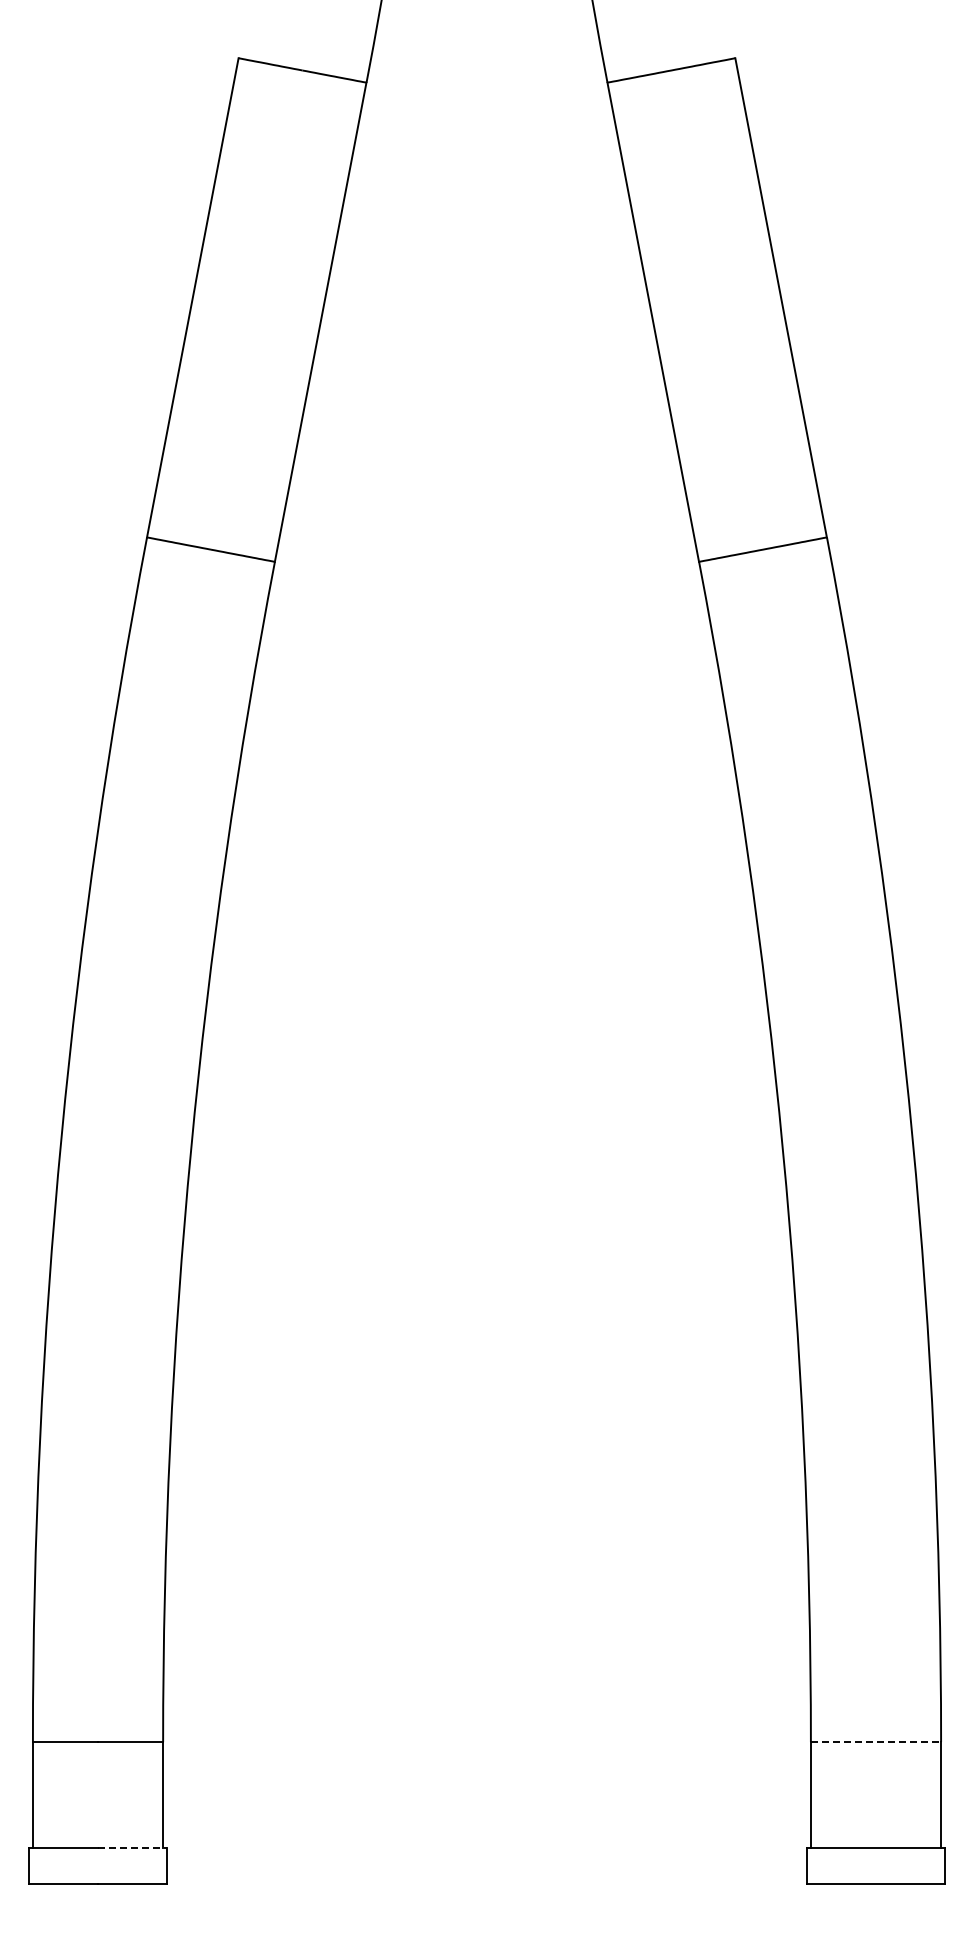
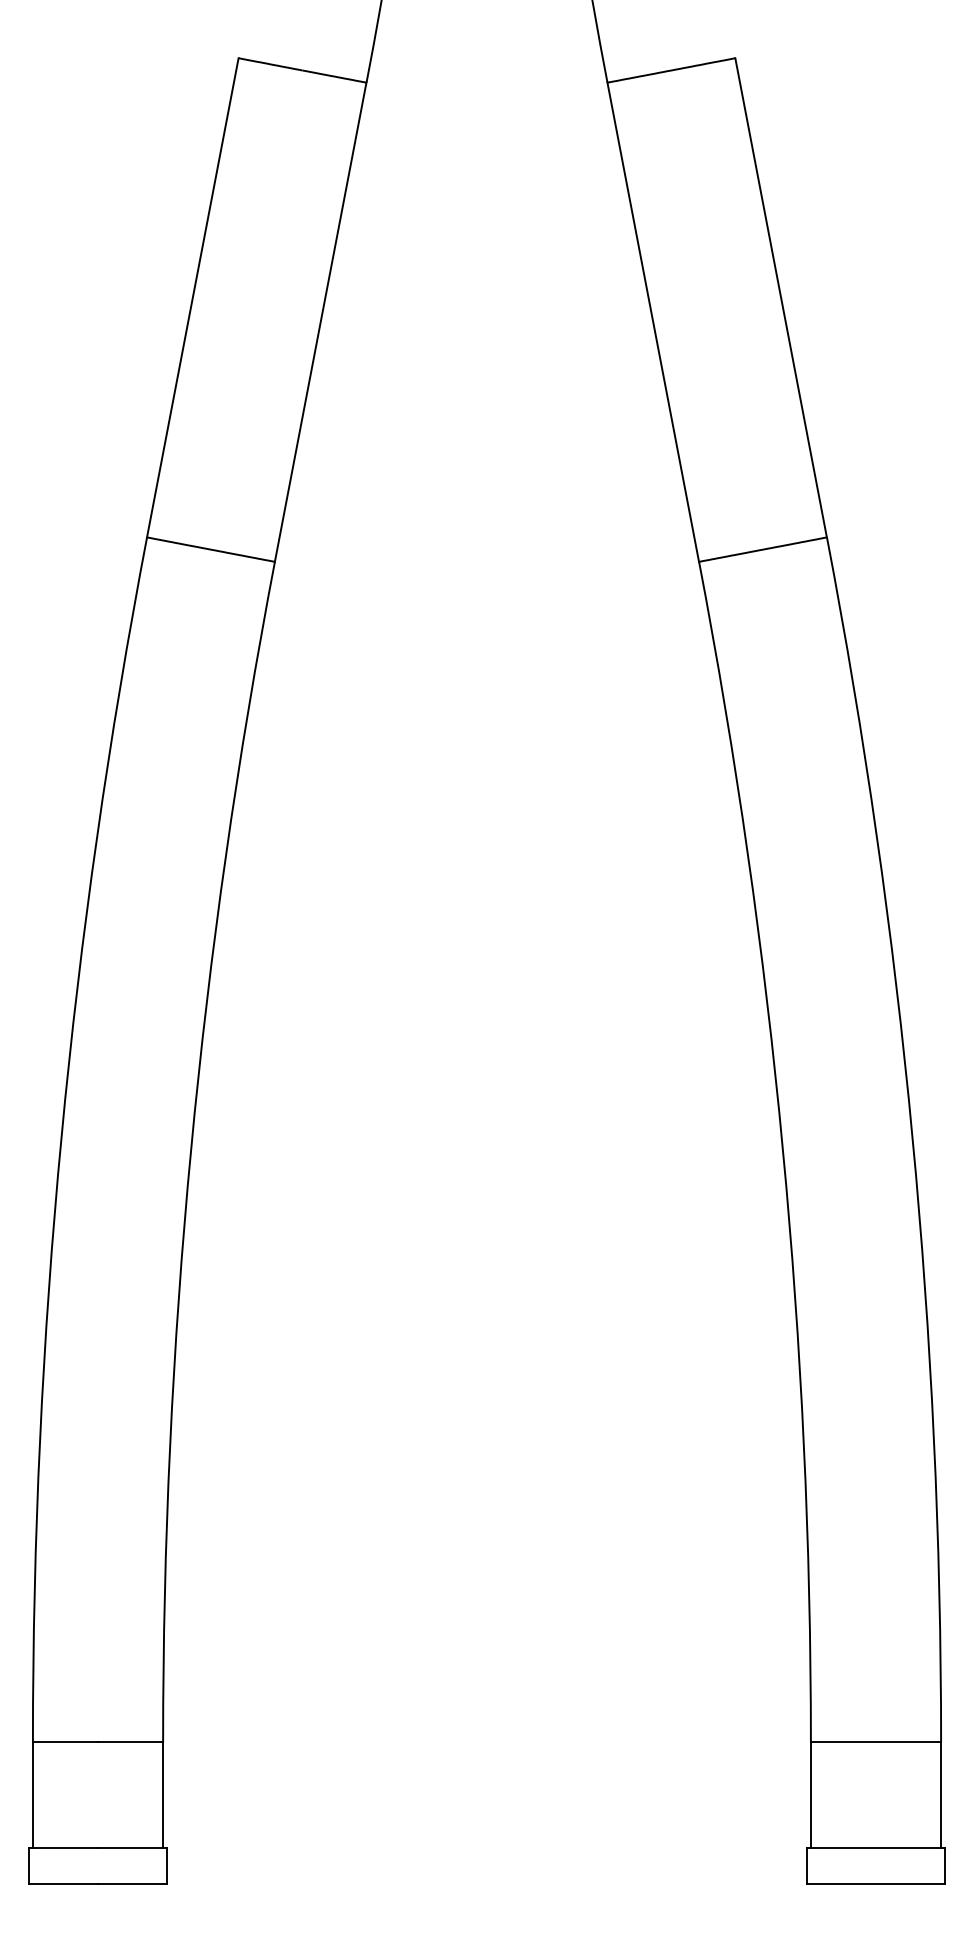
line at (876, 1742): dashed -> solid
line at (132, 1847): dashed -> solid
